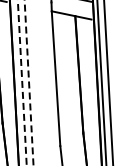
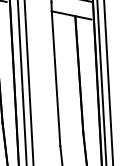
line at (22, 83): dashed -> solid
line at (29, 83): dashed -> solid
